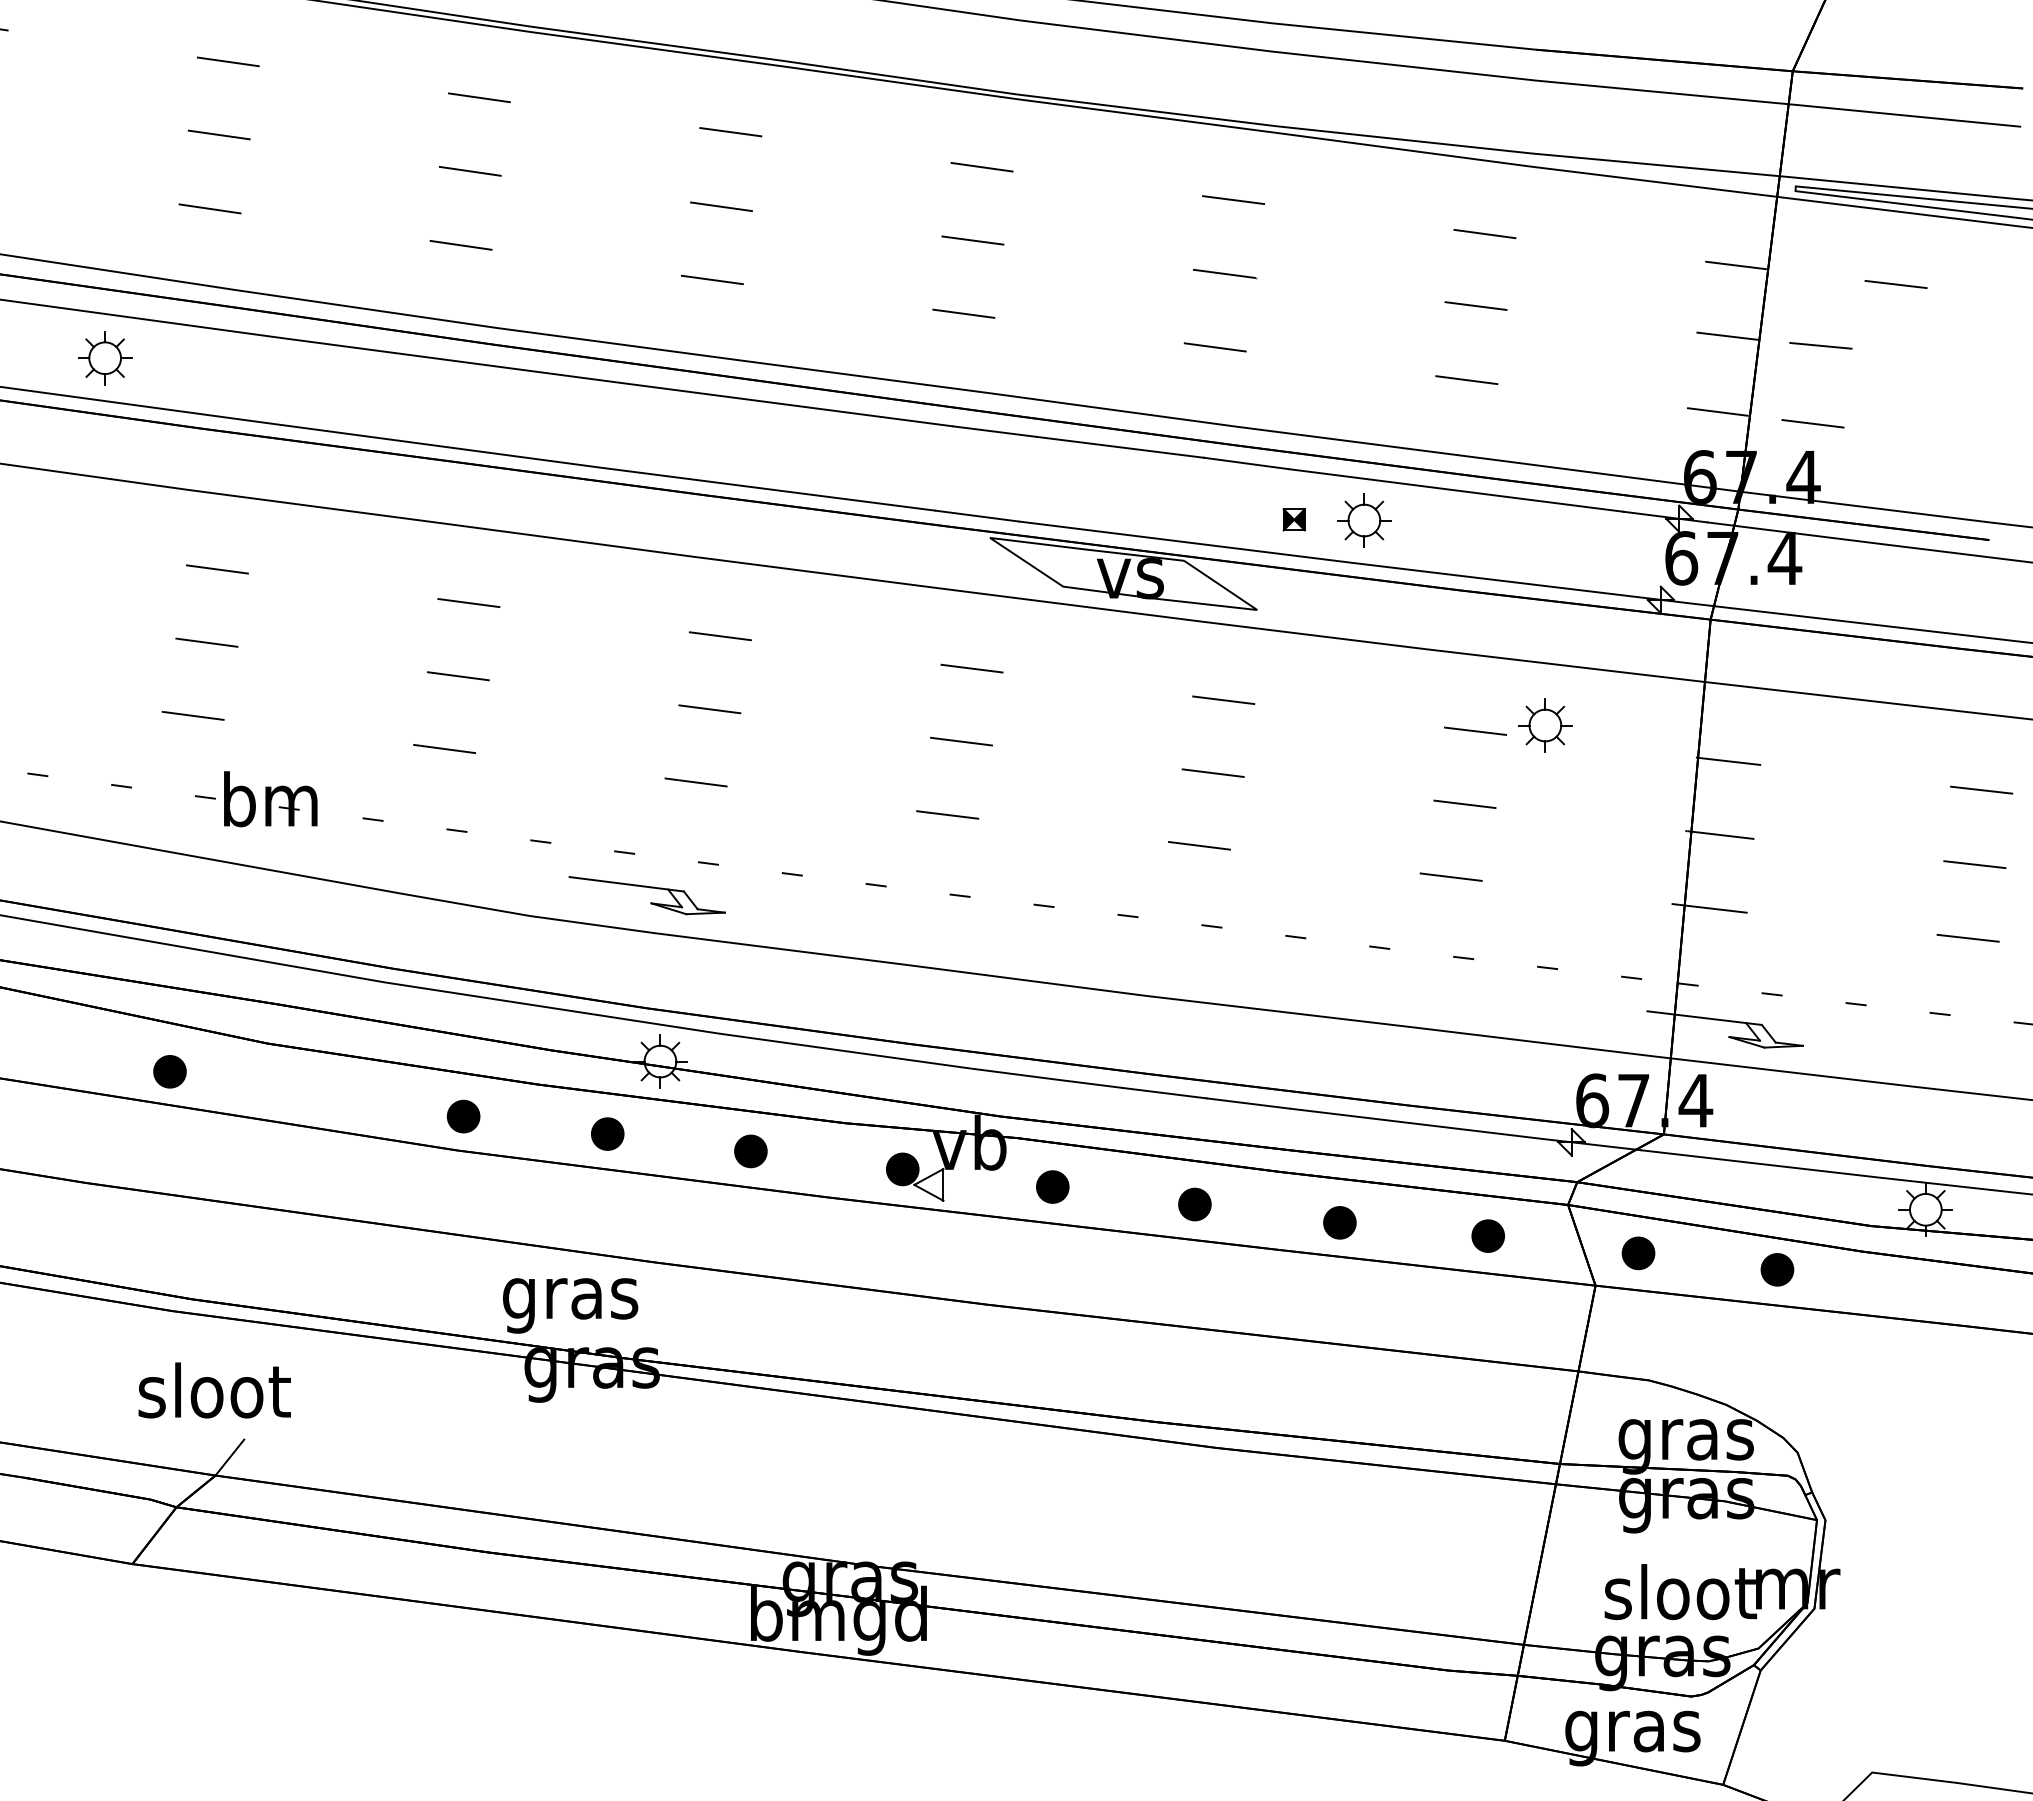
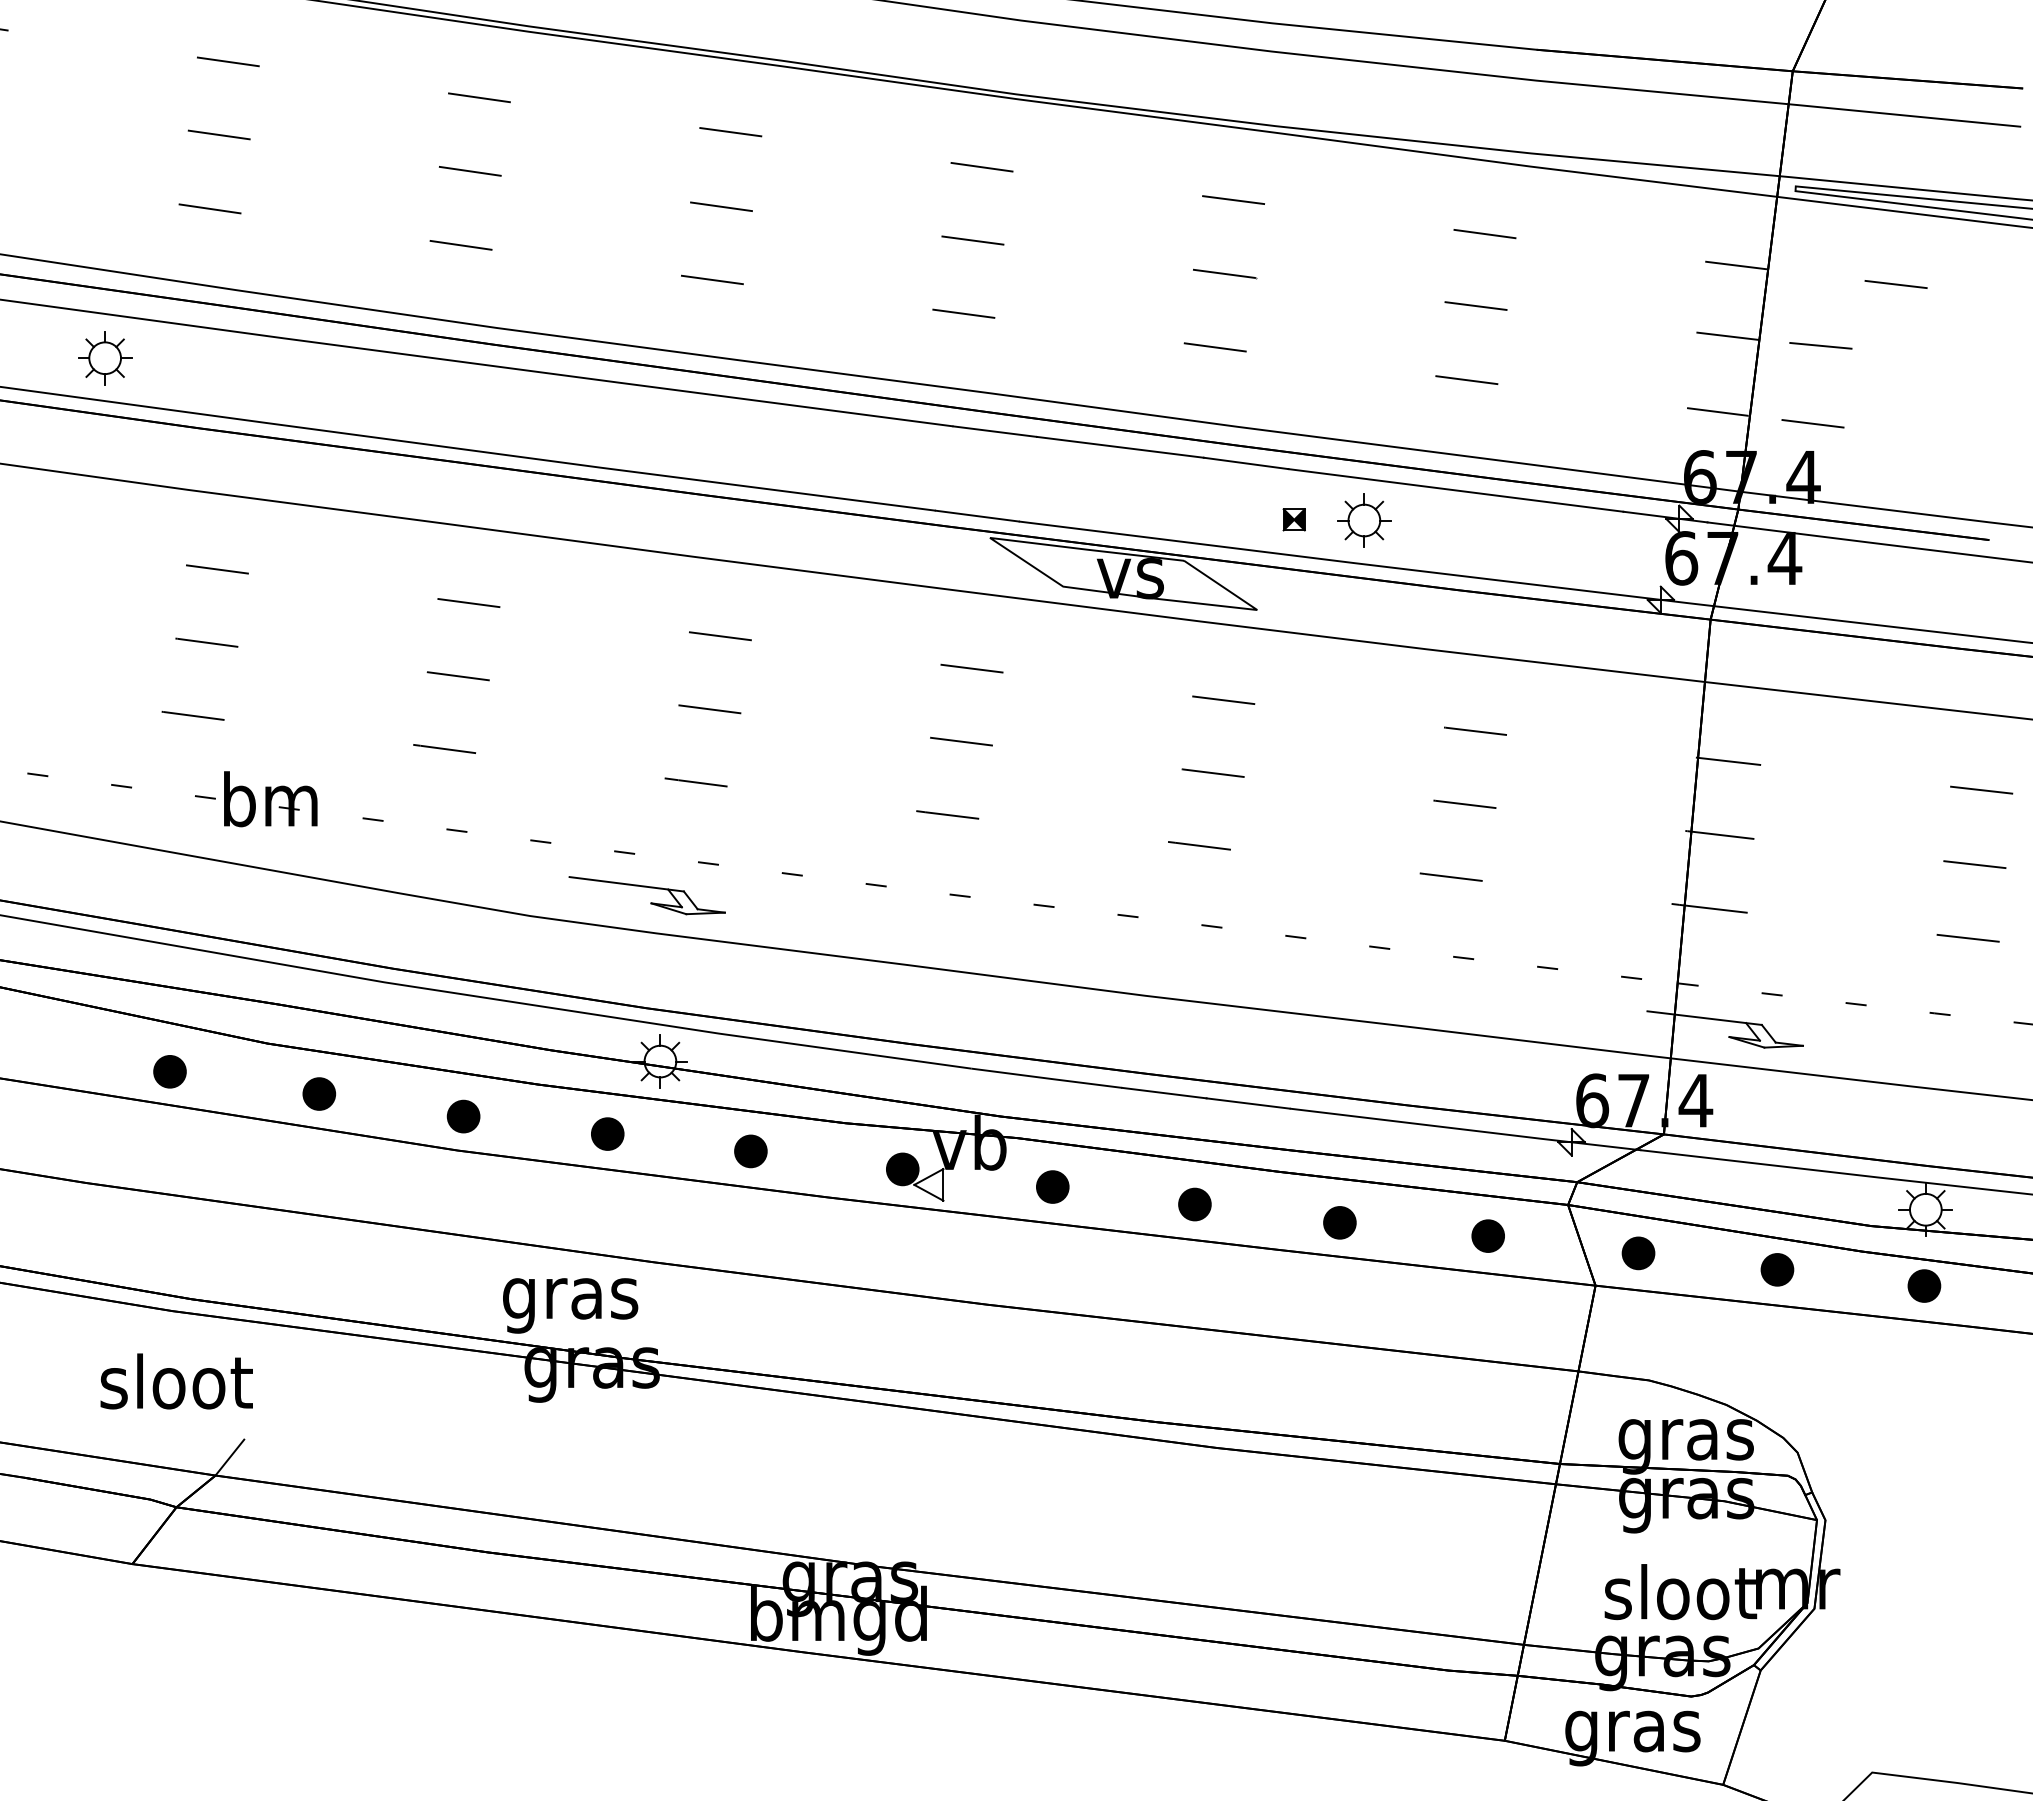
part at (1545, 725): present -> none
part at (319, 1093): none -> present
part at (1924, 1285): none -> present
text at (214, 1390) position: (214, 1390) -> (176, 1381)
